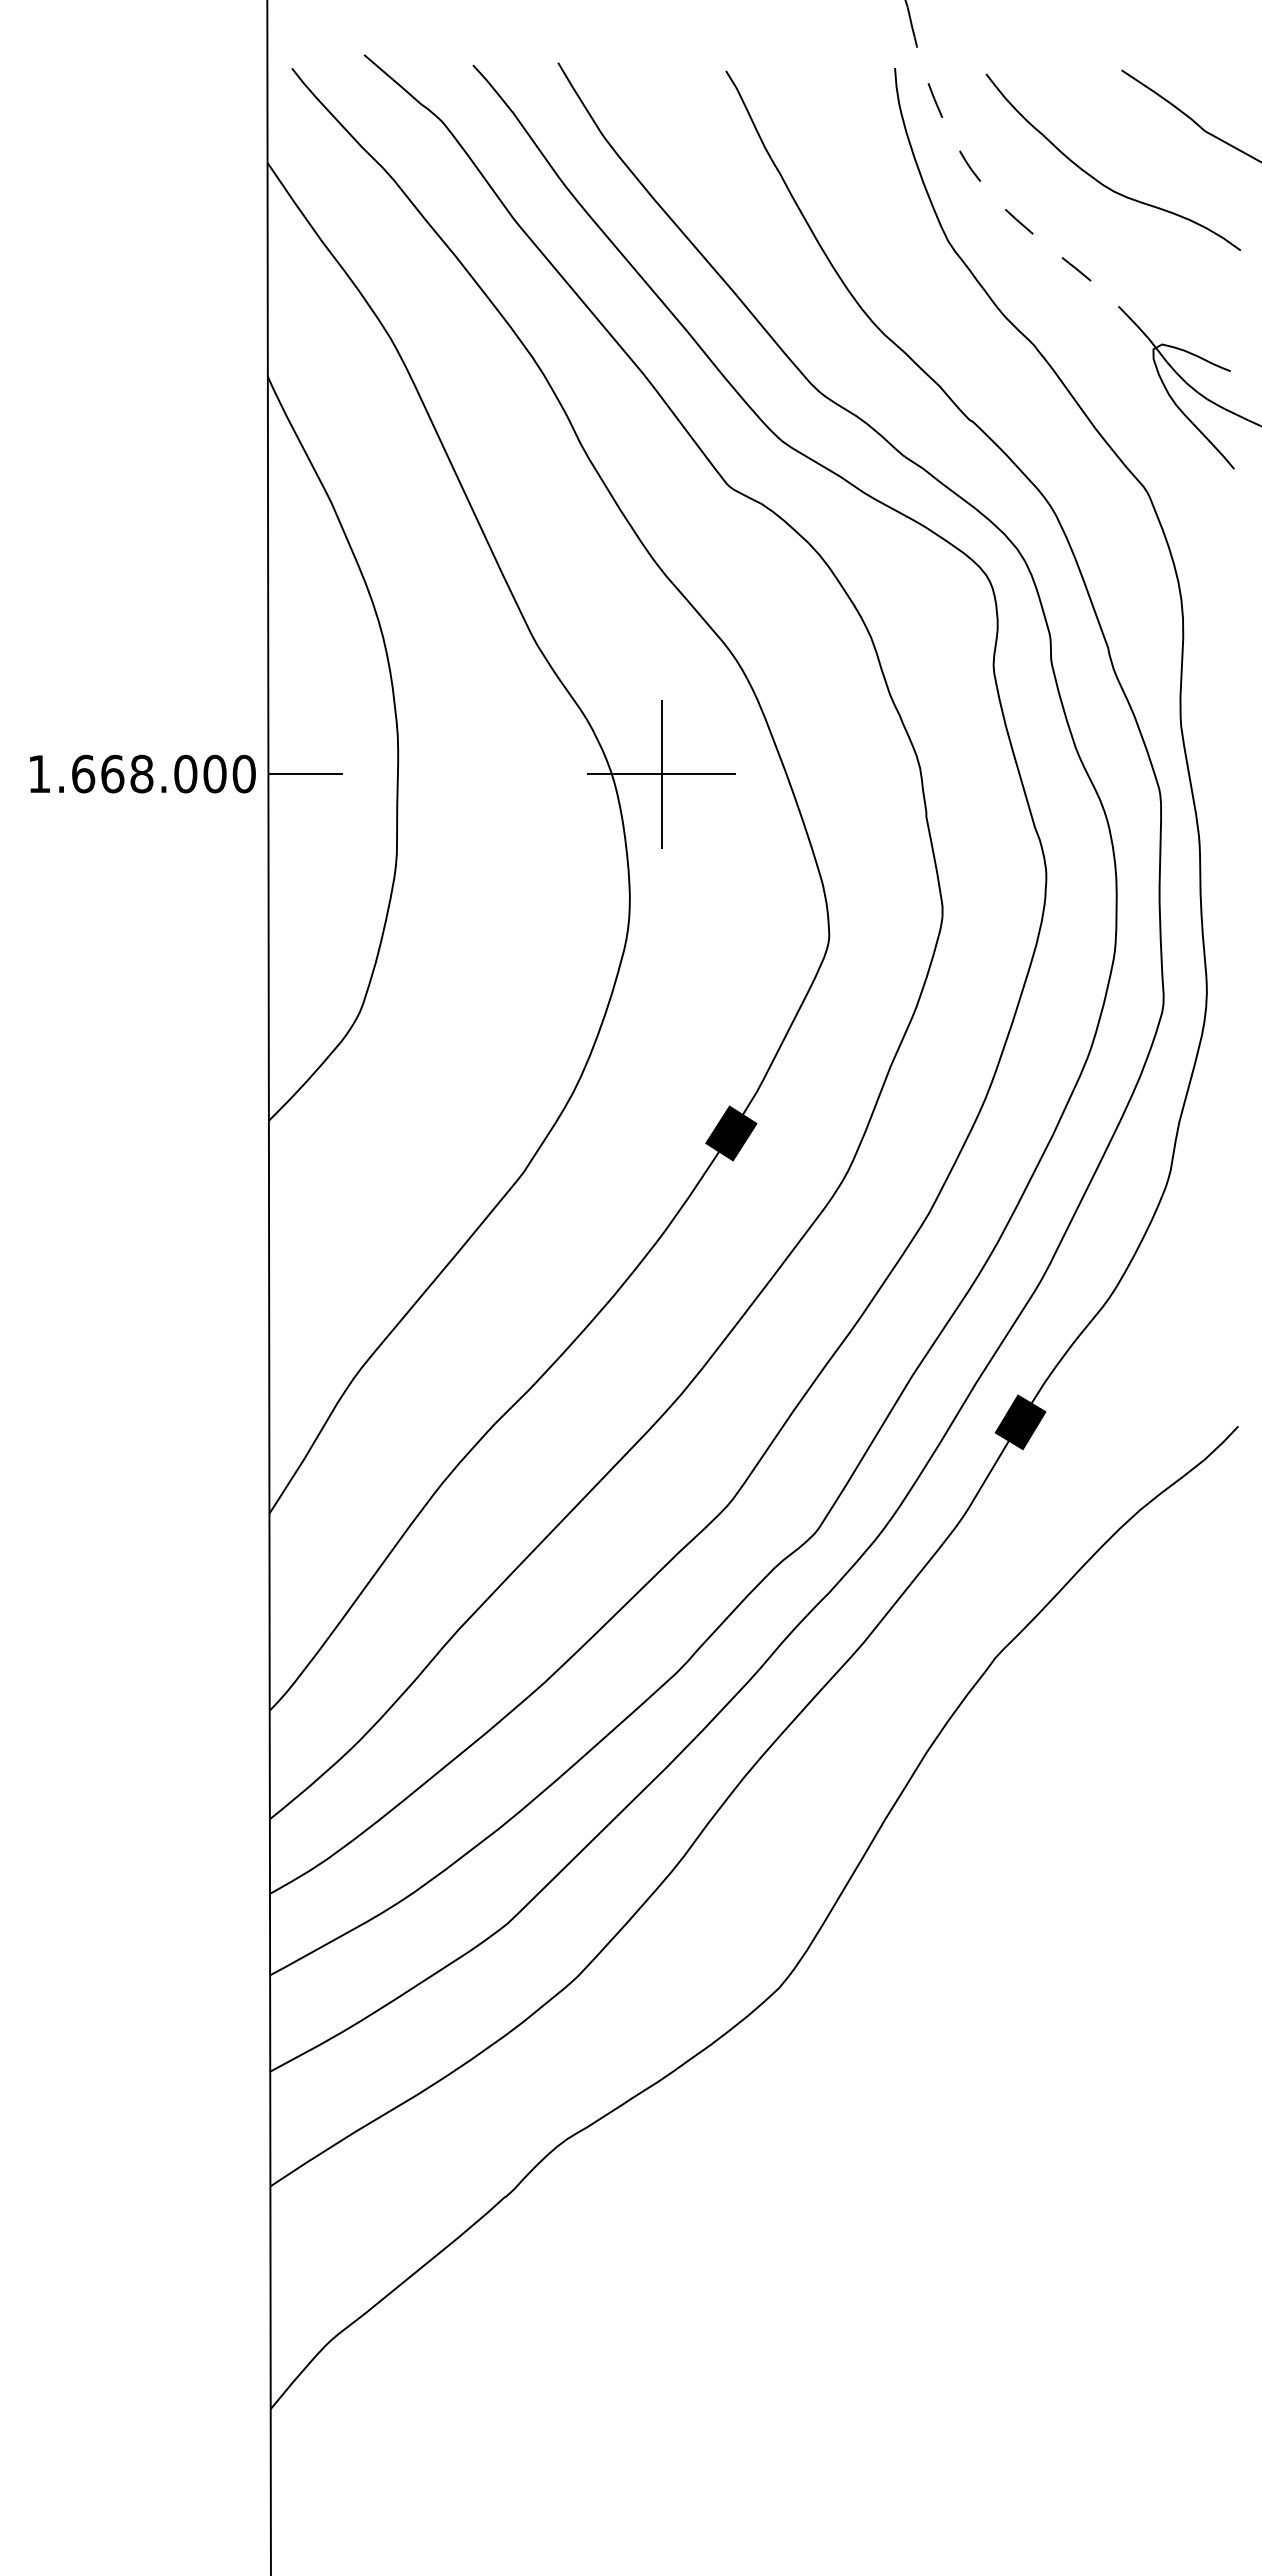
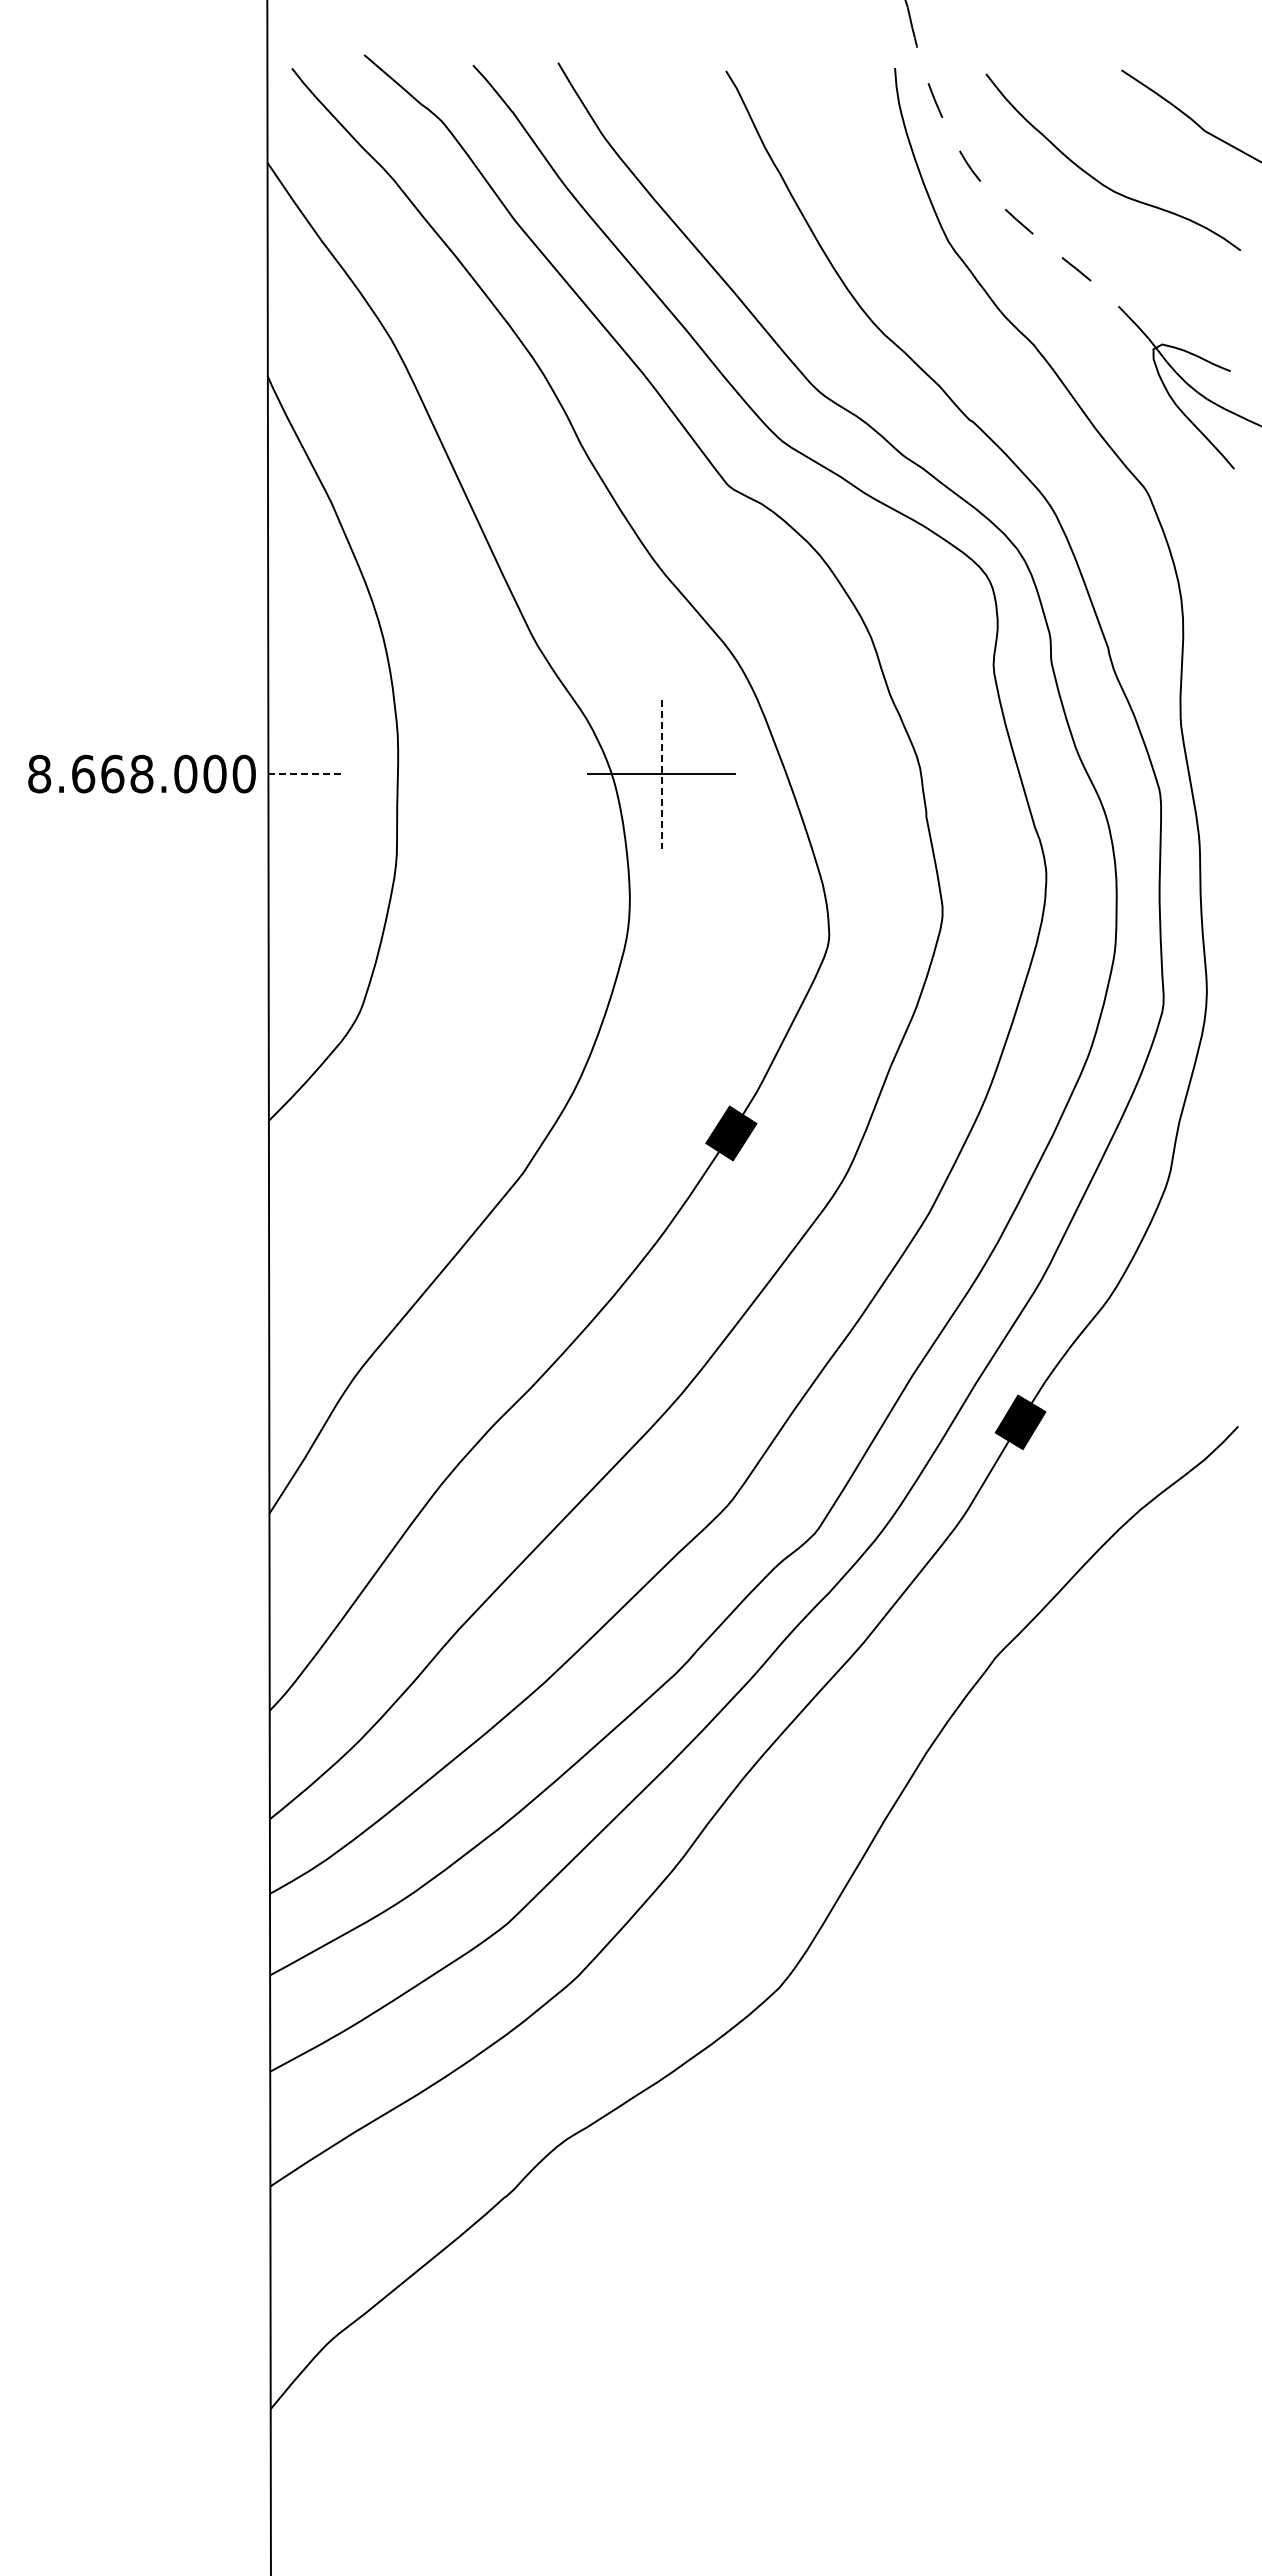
text at (39, 773): 1.668.000 -> 8.668.000
line at (306, 774): solid -> dashed
line at (661, 774): solid -> dashed
